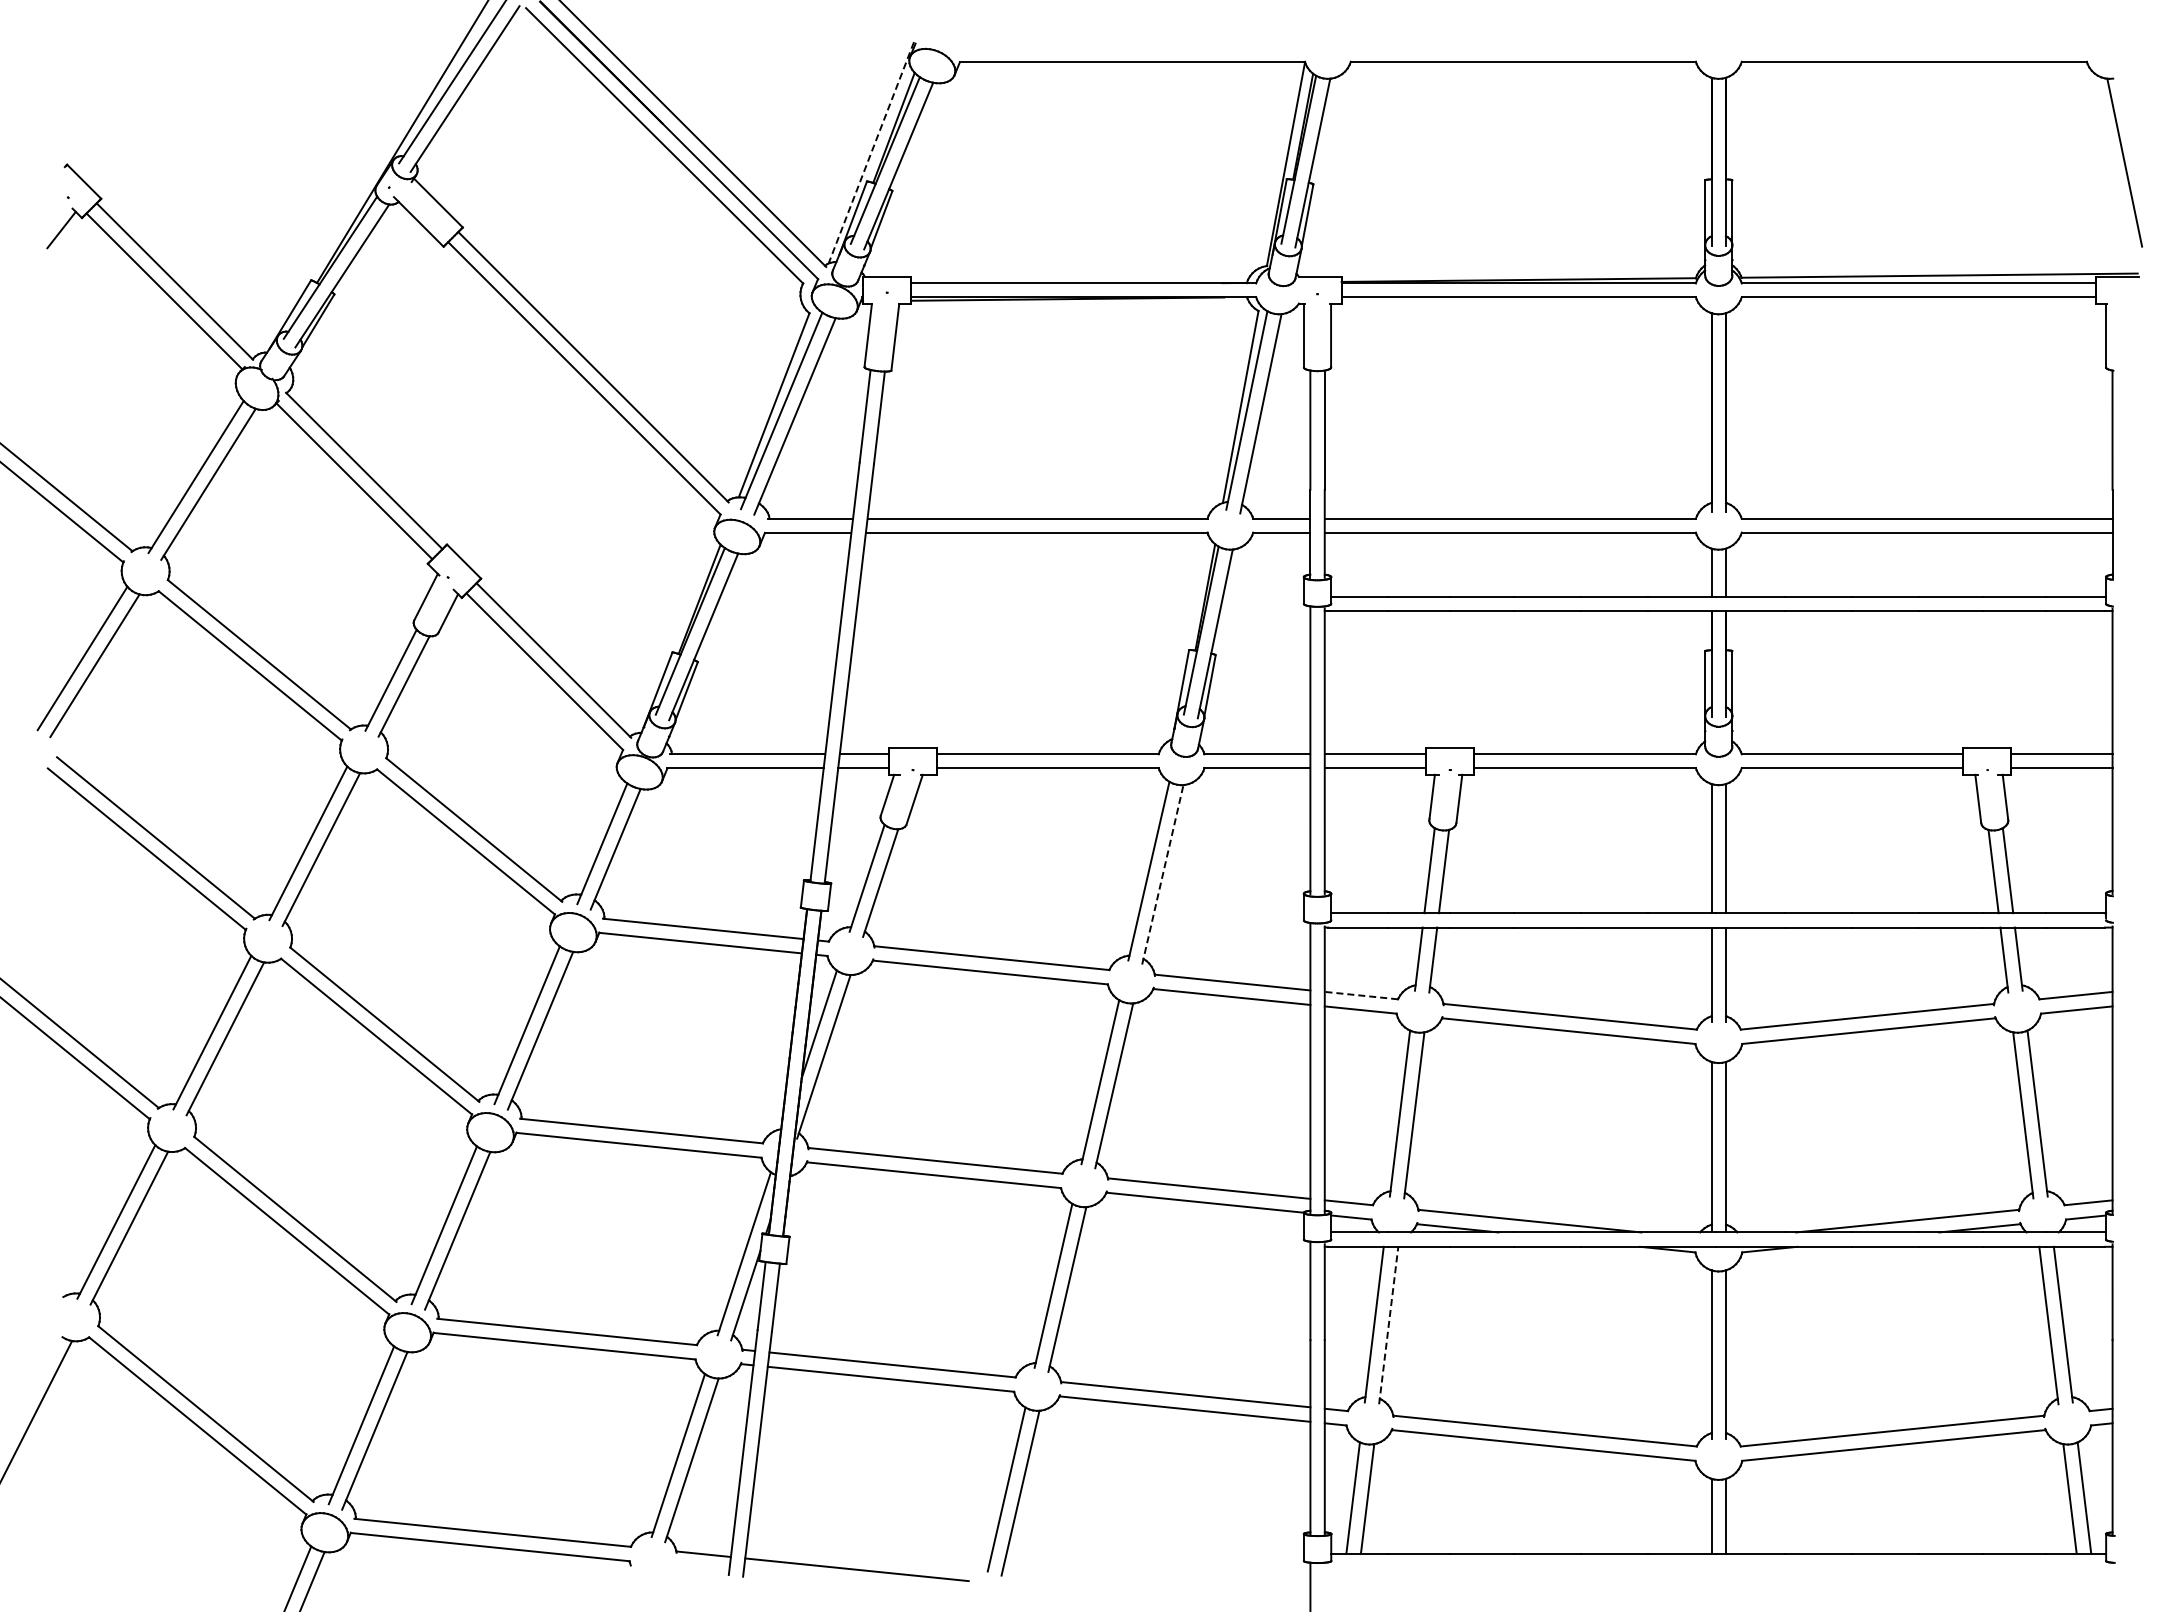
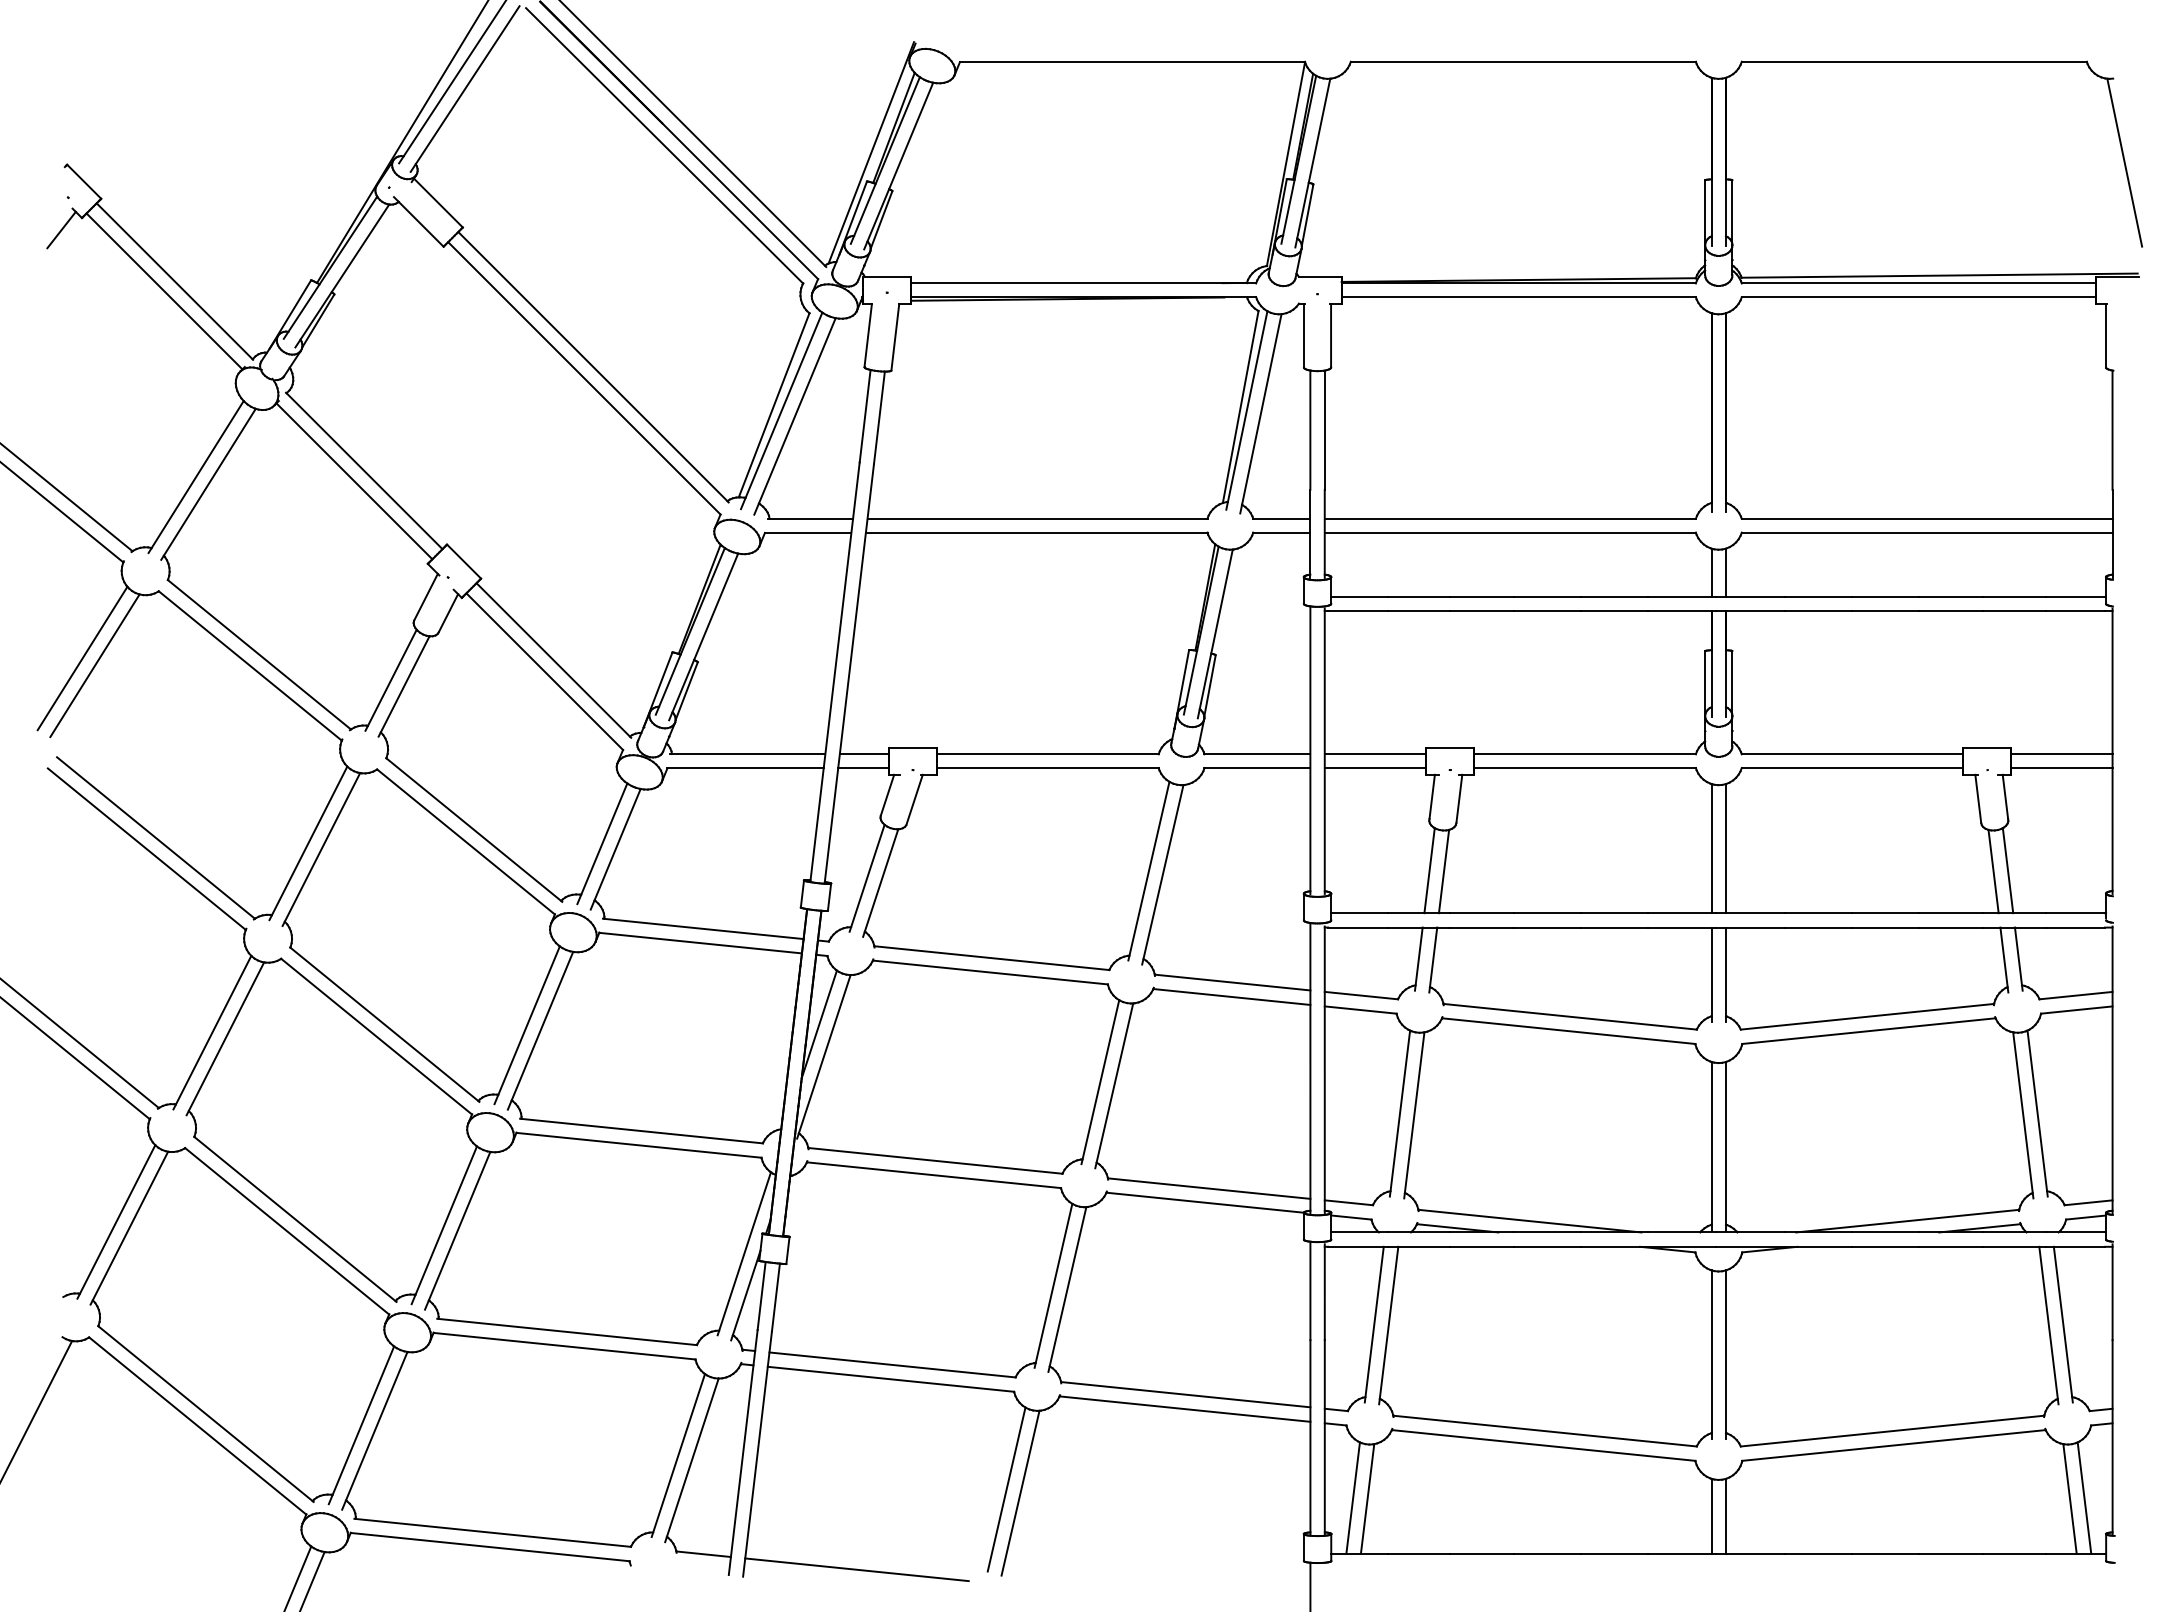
line at (871, 152): dashed -> solid
line at (1162, 874): dashed -> solid
line at (1361, 995): dashed -> solid
line at (1388, 1325): dashed -> solid
